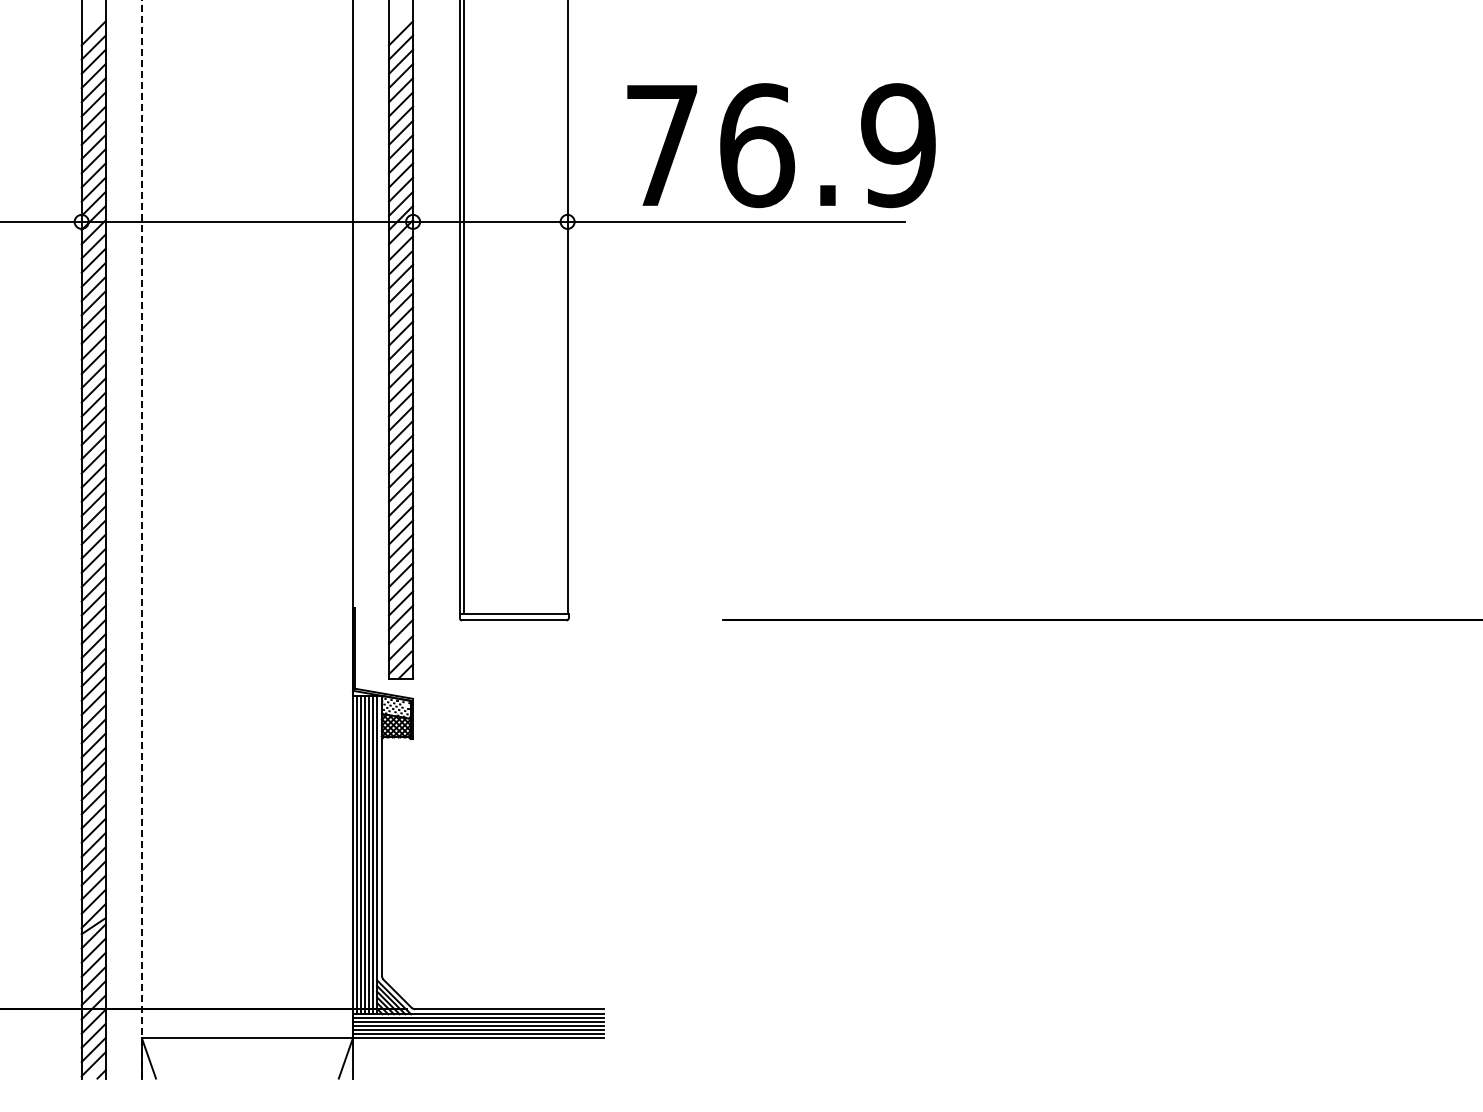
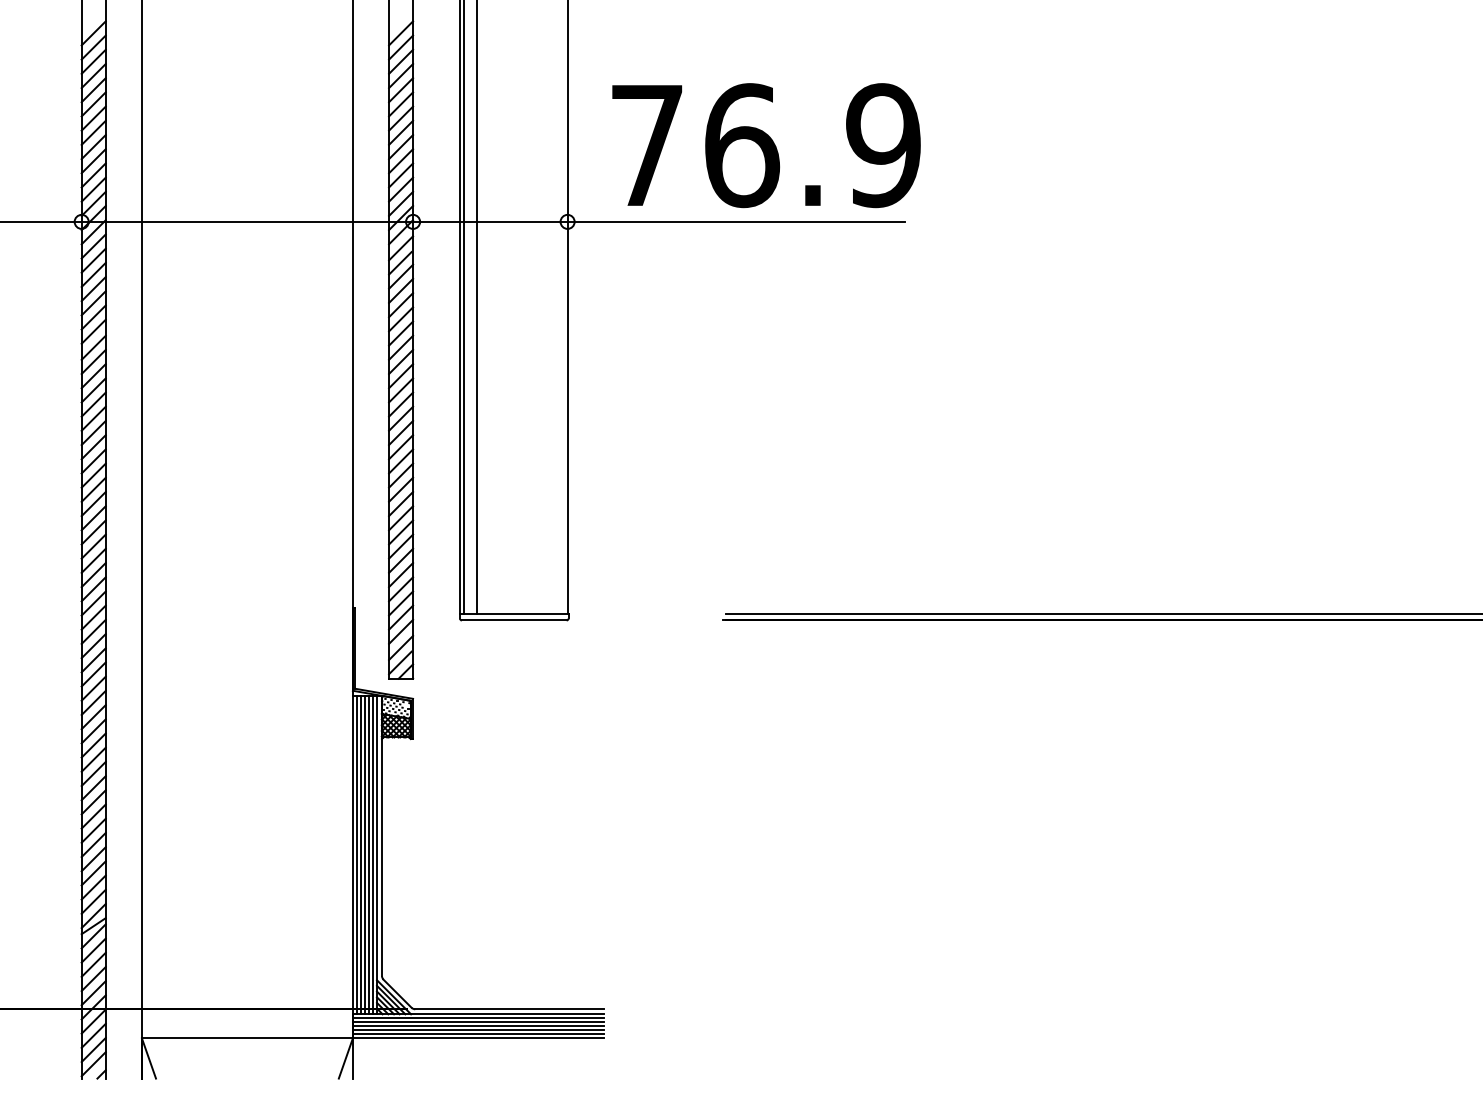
text at (781, 145) position: (781, 145) -> (766, 145)
line at (477, 308): none -> present
line at (141, 538): dashed -> solid
line at (1102, 614): none -> present
